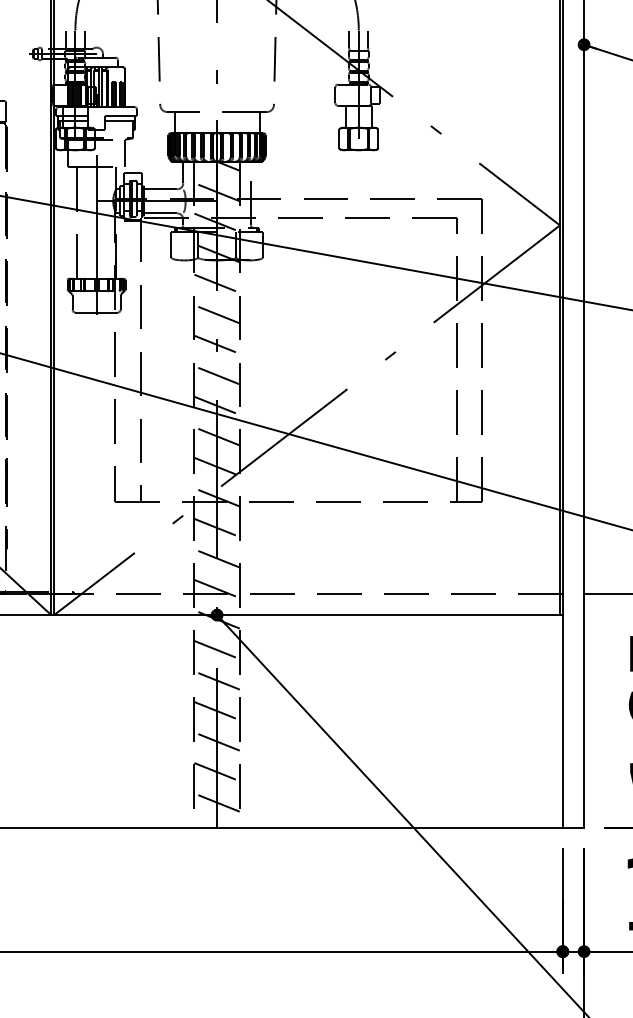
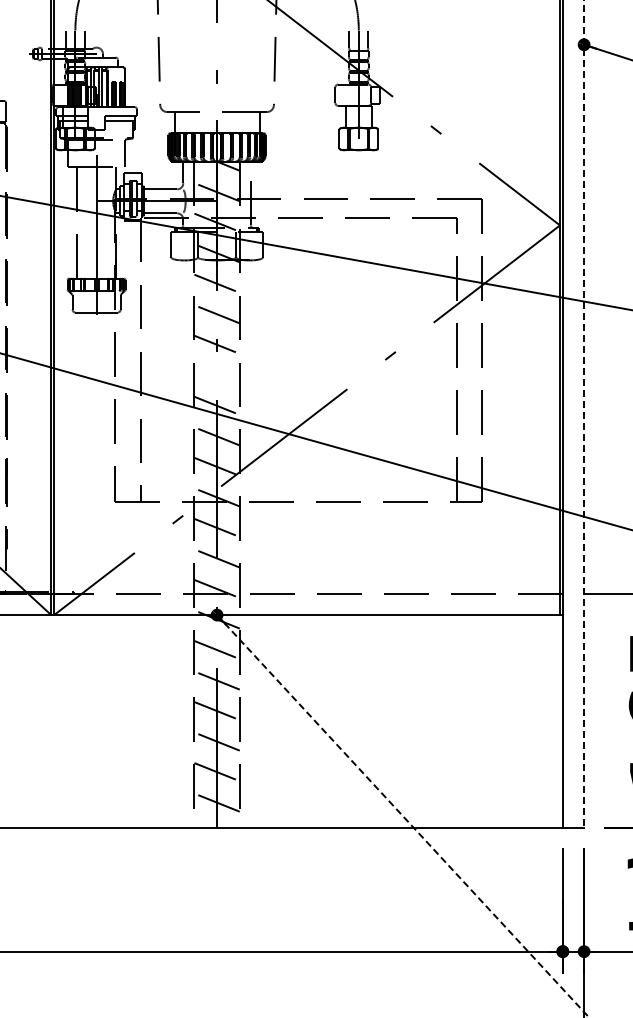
line at (216, 375): present -> none
line at (584, 414): solid -> dashed
line at (403, 816): solid -> dashed
